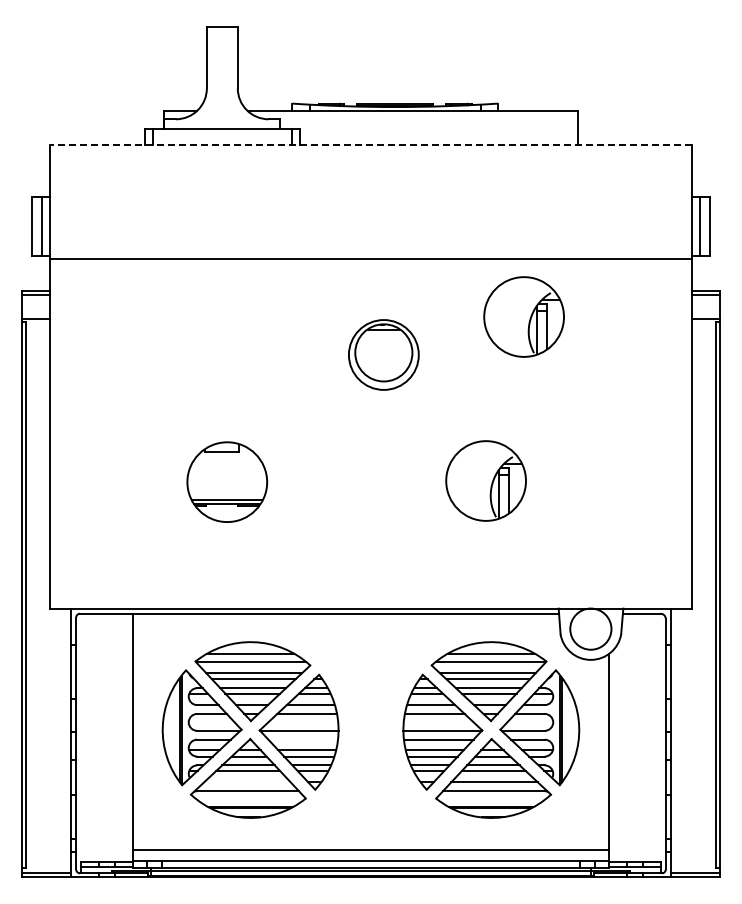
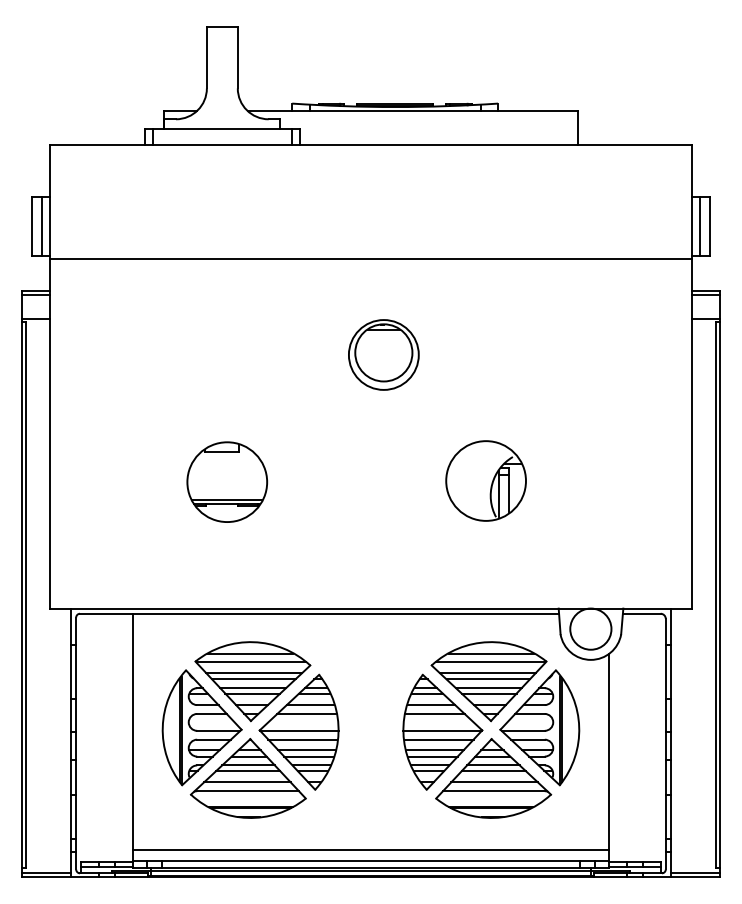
line at (371, 145): dashed -> solid
part at (523, 316): present -> none
line at (302, 739): none -> present
line at (247, 782): none -> present
